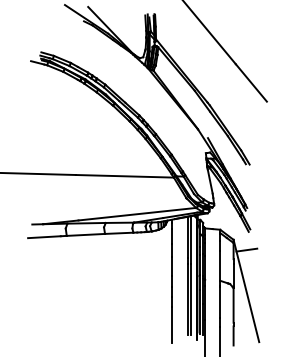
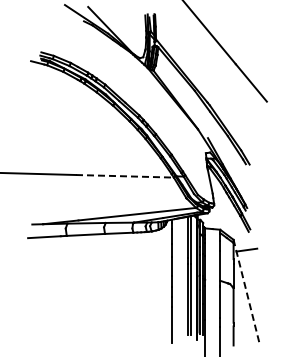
line at (124, 176): solid -> dashed
line at (246, 290): solid -> dashed
